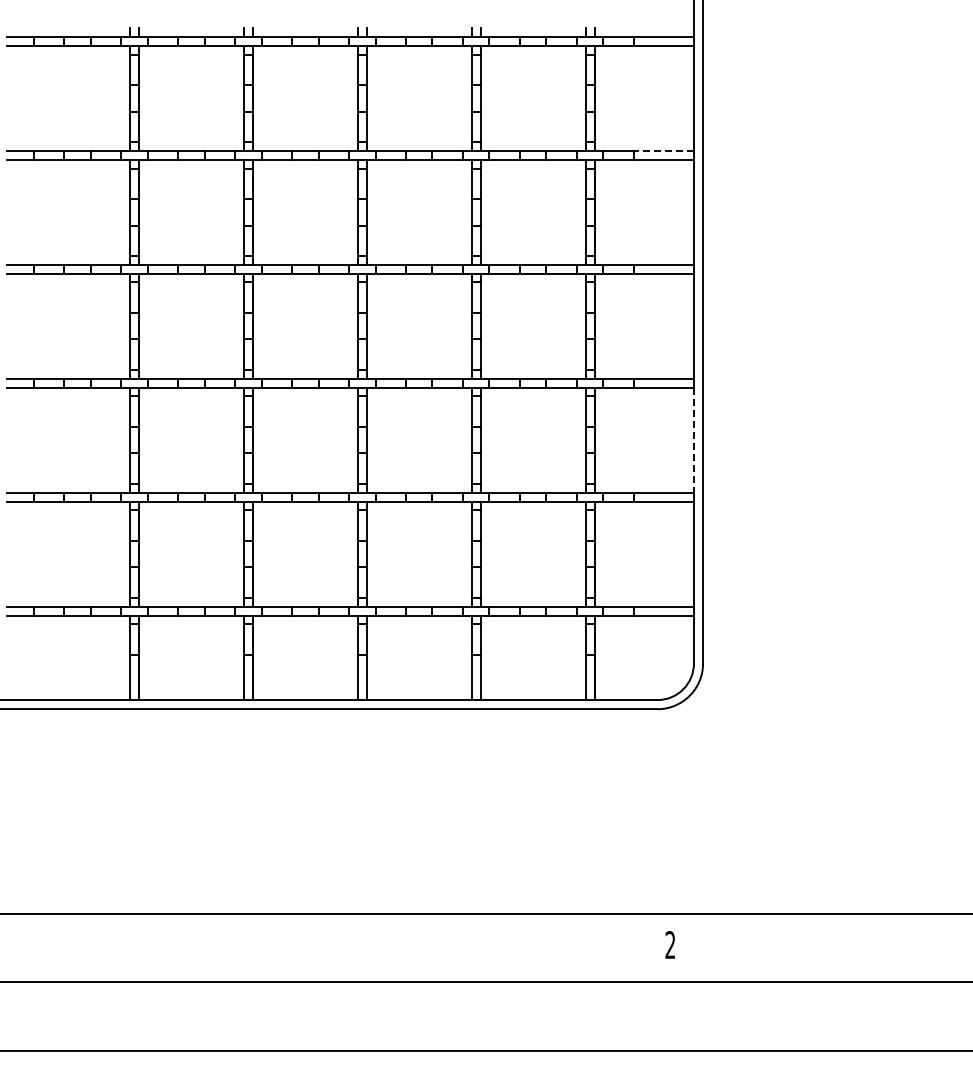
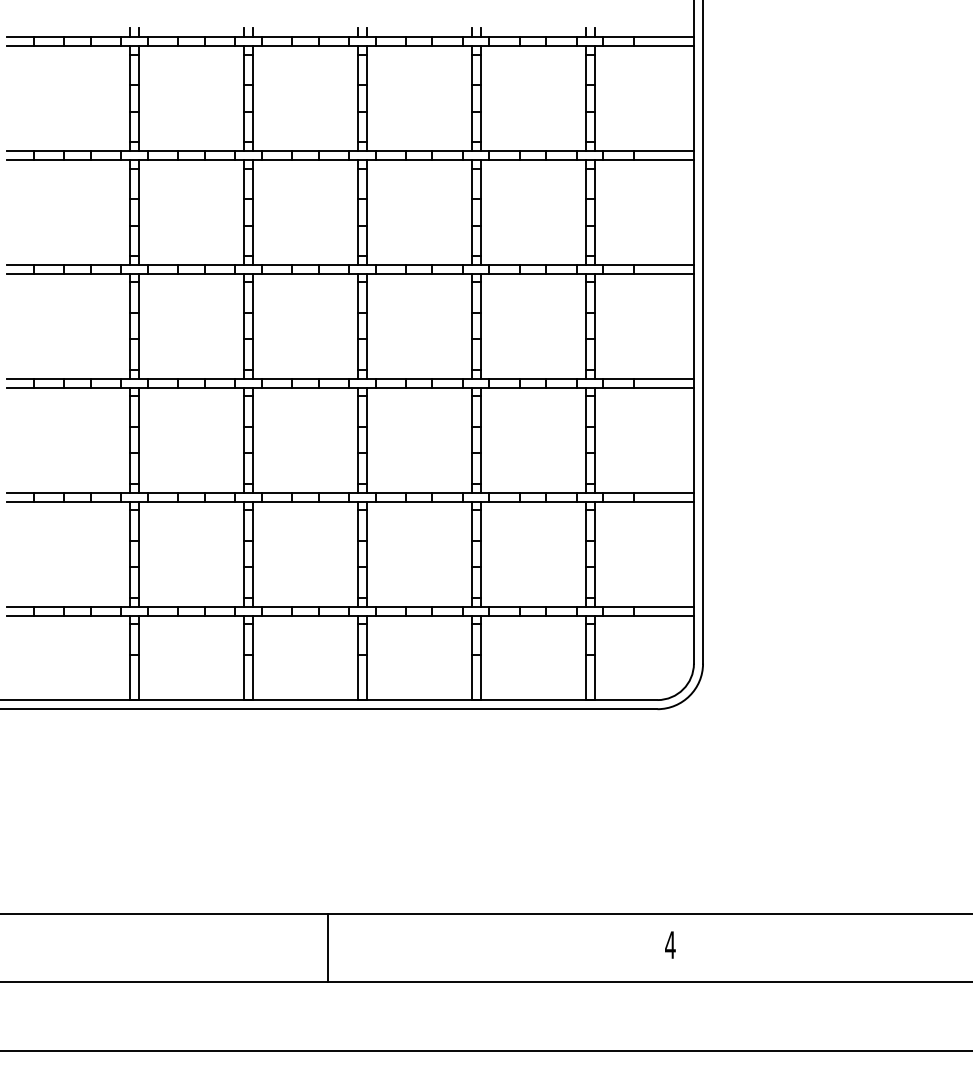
line at (663, 150): dashed -> solid
line at (693, 440): dashed -> solid
text at (670, 944): 2 -> 4
line at (328, 947): none -> present
